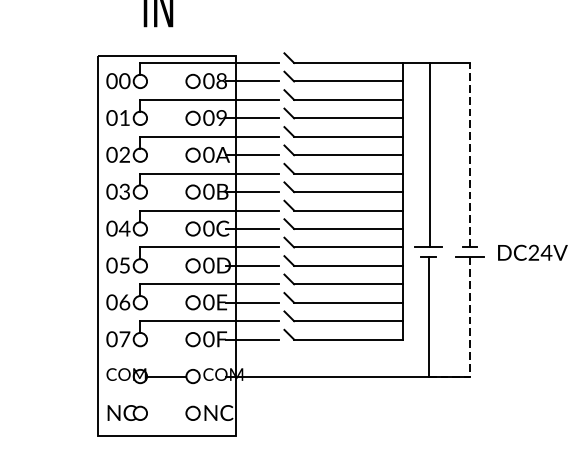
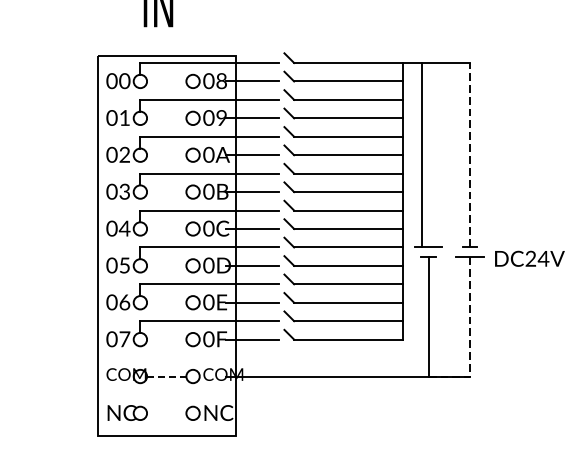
line at (429, 154) position: (429, 154) -> (421, 154)
text at (532, 252) position: (532, 252) -> (529, 258)
line at (166, 376): solid -> dashed
